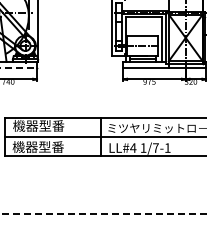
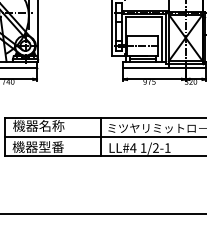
line at (19, 68): dashed -> solid
text at (51, 125): 機器型番 -> 機器名称
text at (155, 147): 1/7-1 -> 1/2-1
line at (102, 213): dashed -> solid
